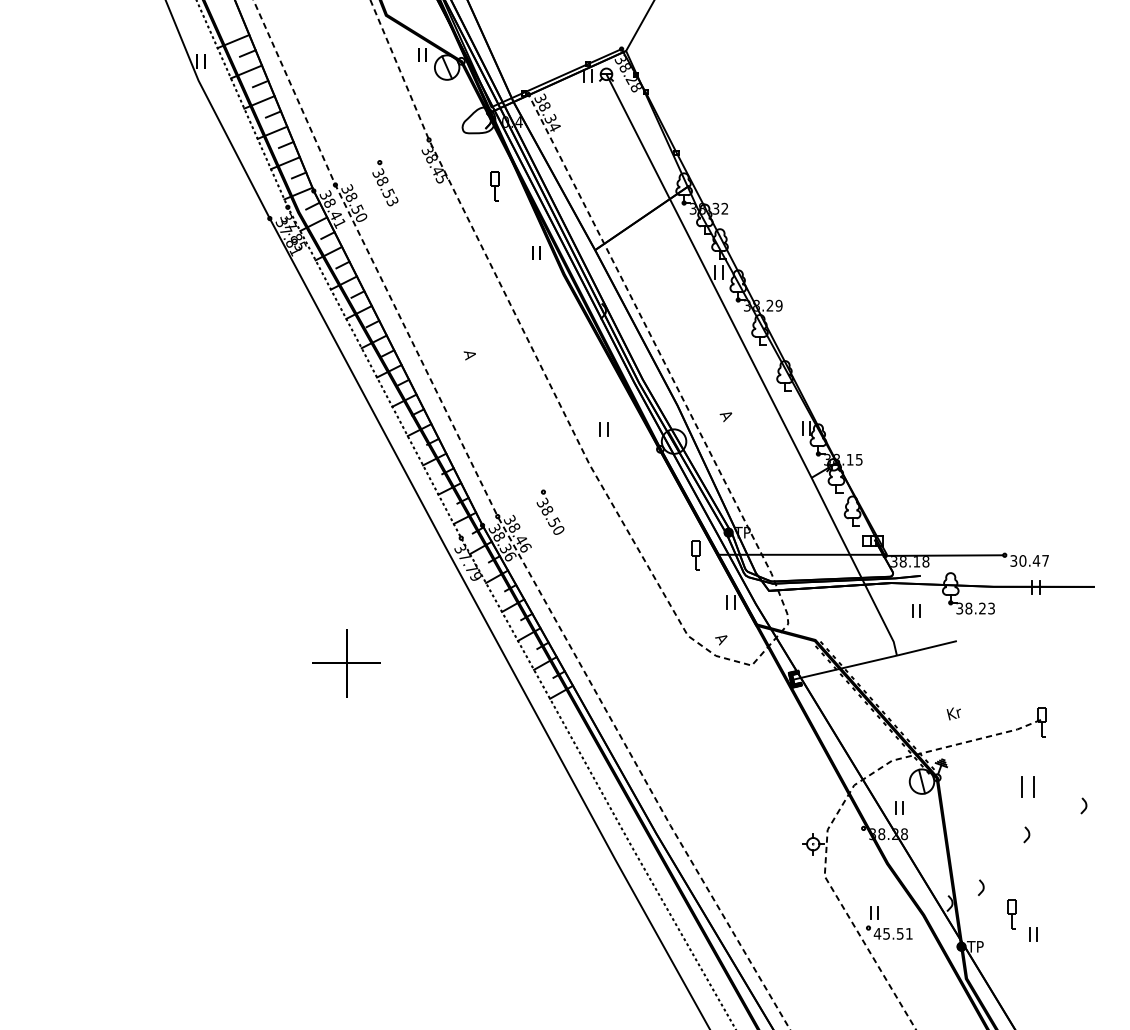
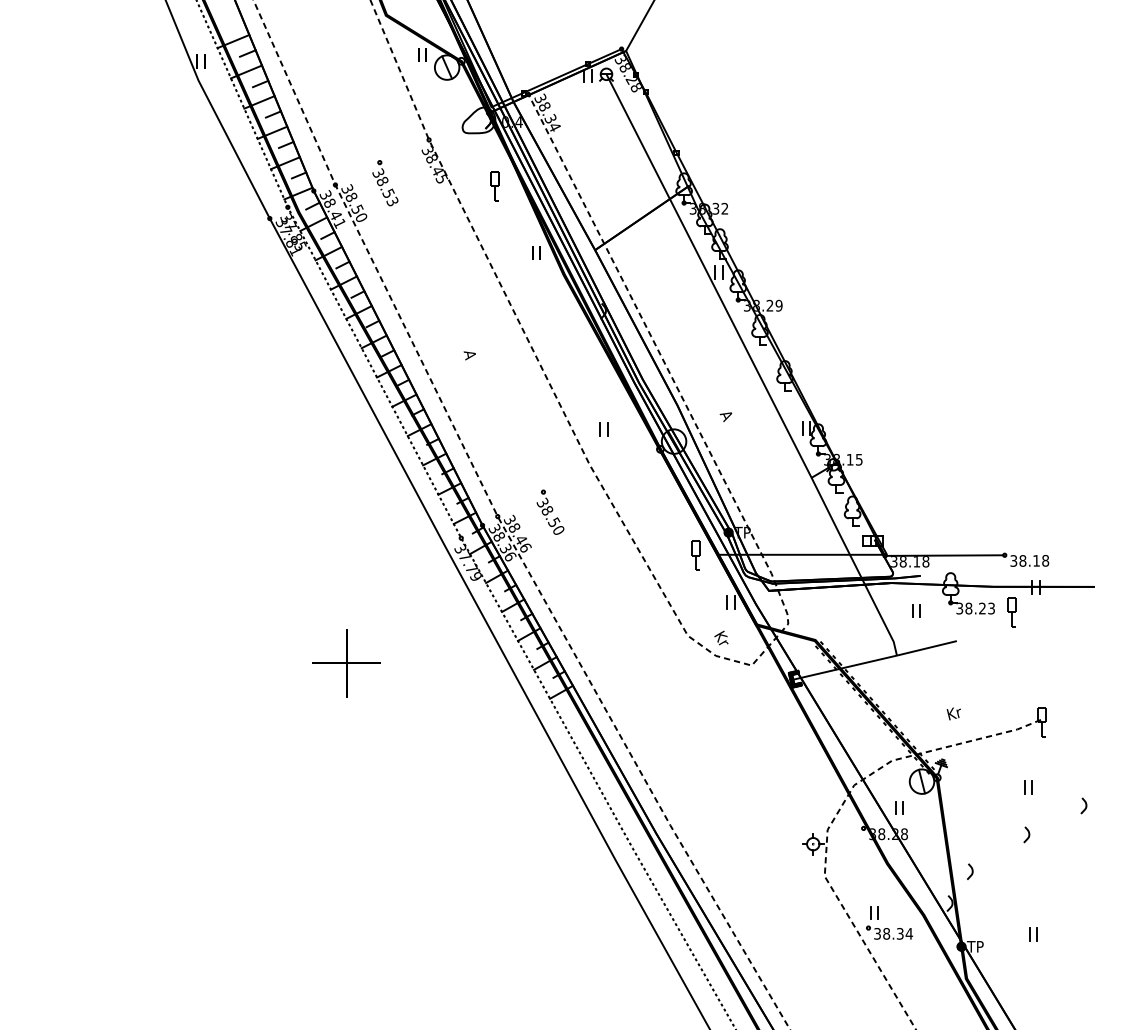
text at (1034, 560): 30.47 -> 38.18
text at (721, 637): A -> Kr
part at (1027, 786) size: 14x22 px -> 9x15 px
curve at (982, 887) position: (982, 887) -> (971, 871)
part at (1011, 914) position: (1011, 914) -> (1011, 612)
text at (893, 933): 45.51 -> 38.34
